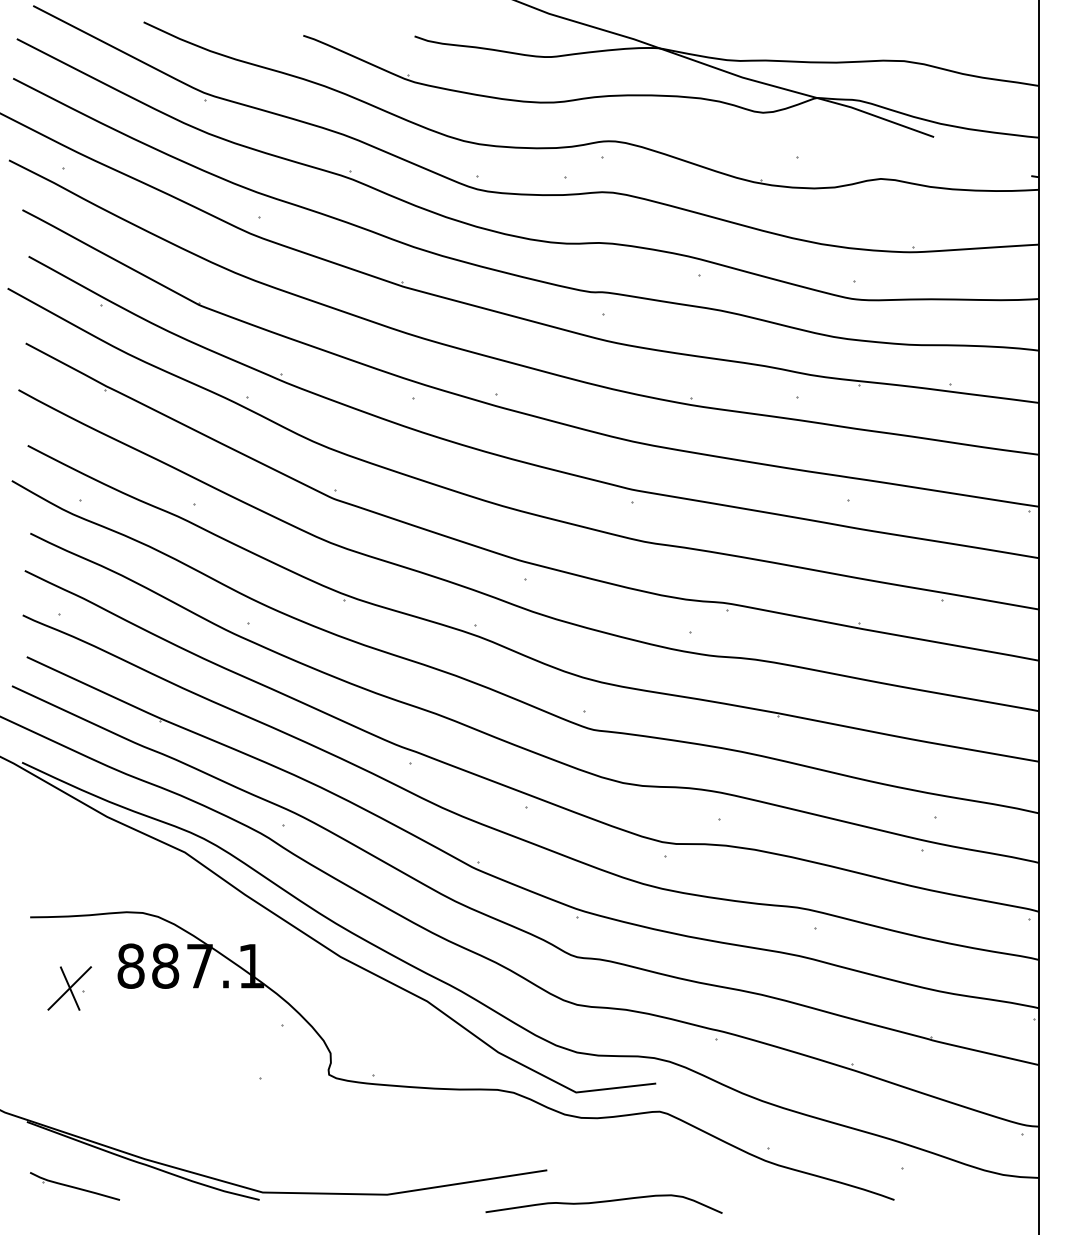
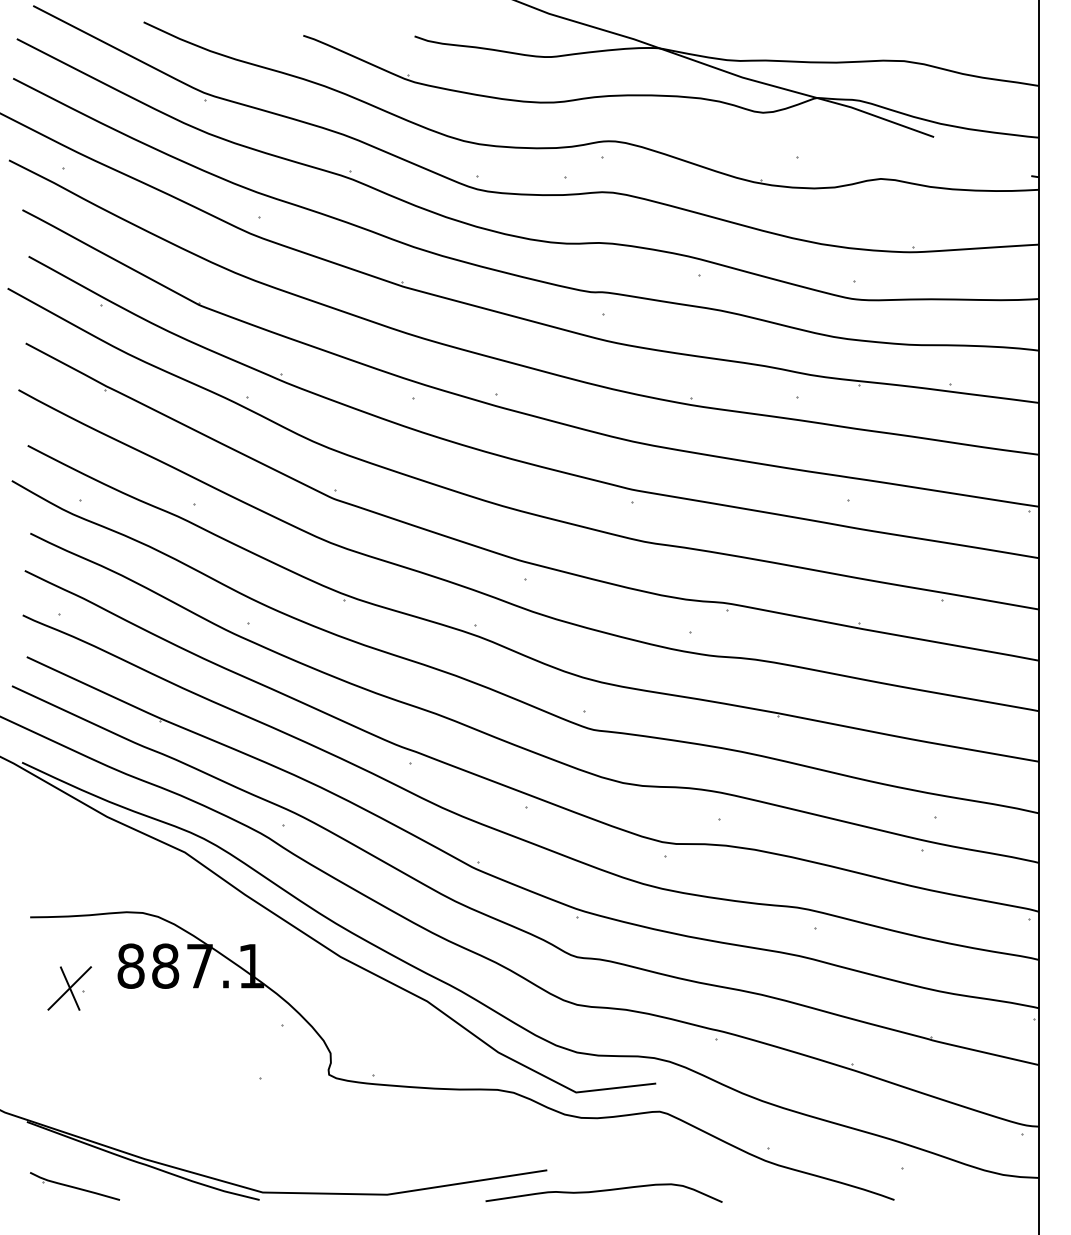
curve at (603, 1202) position: (603, 1202) -> (603, 1191)
